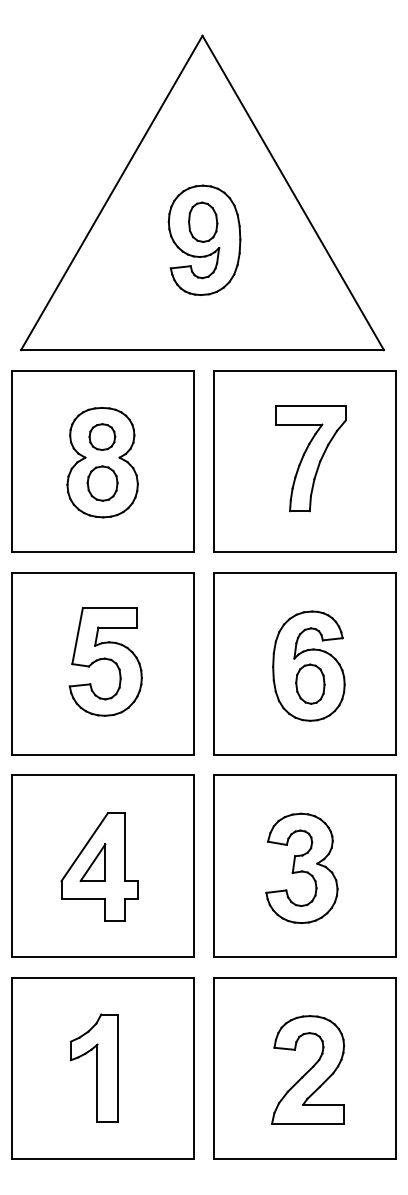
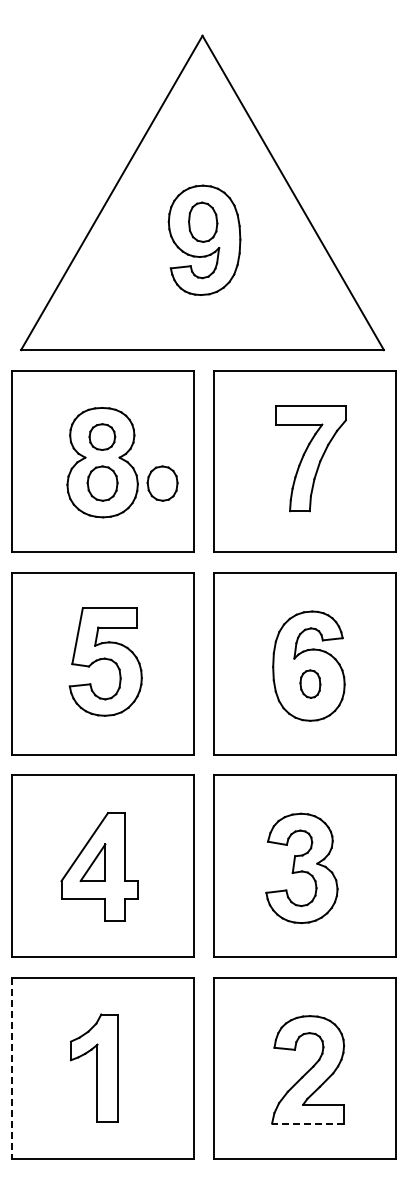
part at (162, 483): none -> present
part at (310, 683) size: 31x42 px -> 23x30 px
line at (12, 1068): solid -> dashed
line at (308, 1123): solid -> dashed
